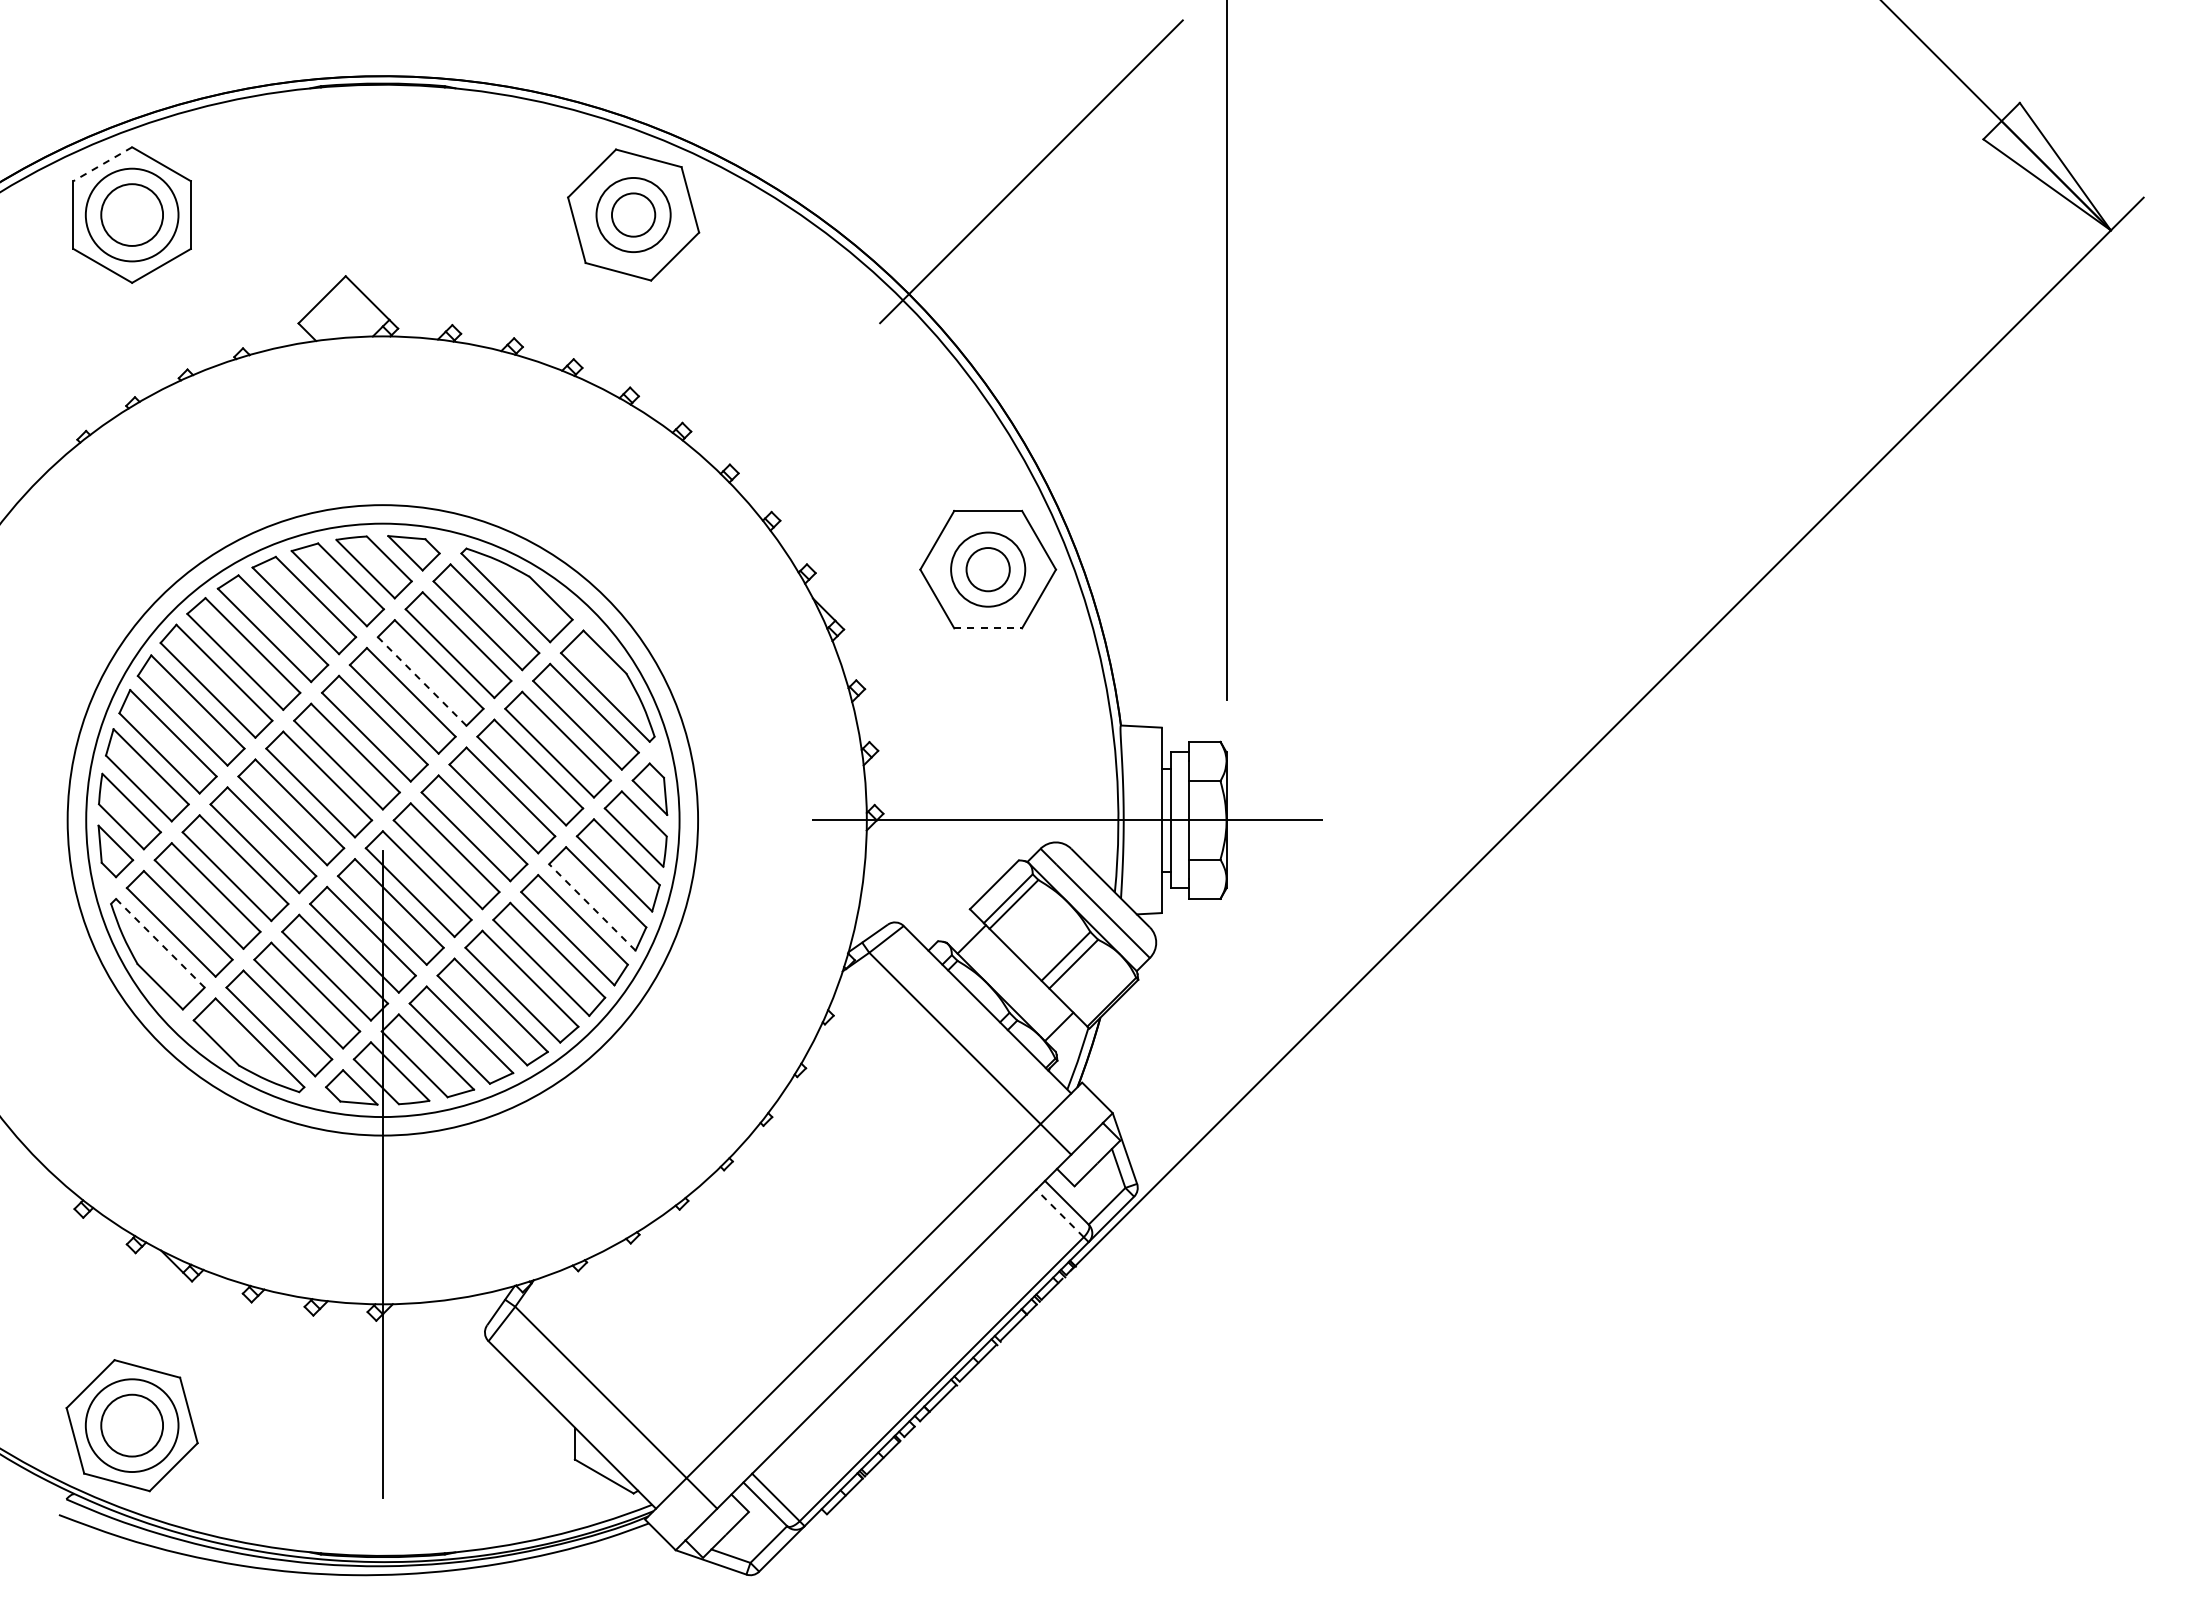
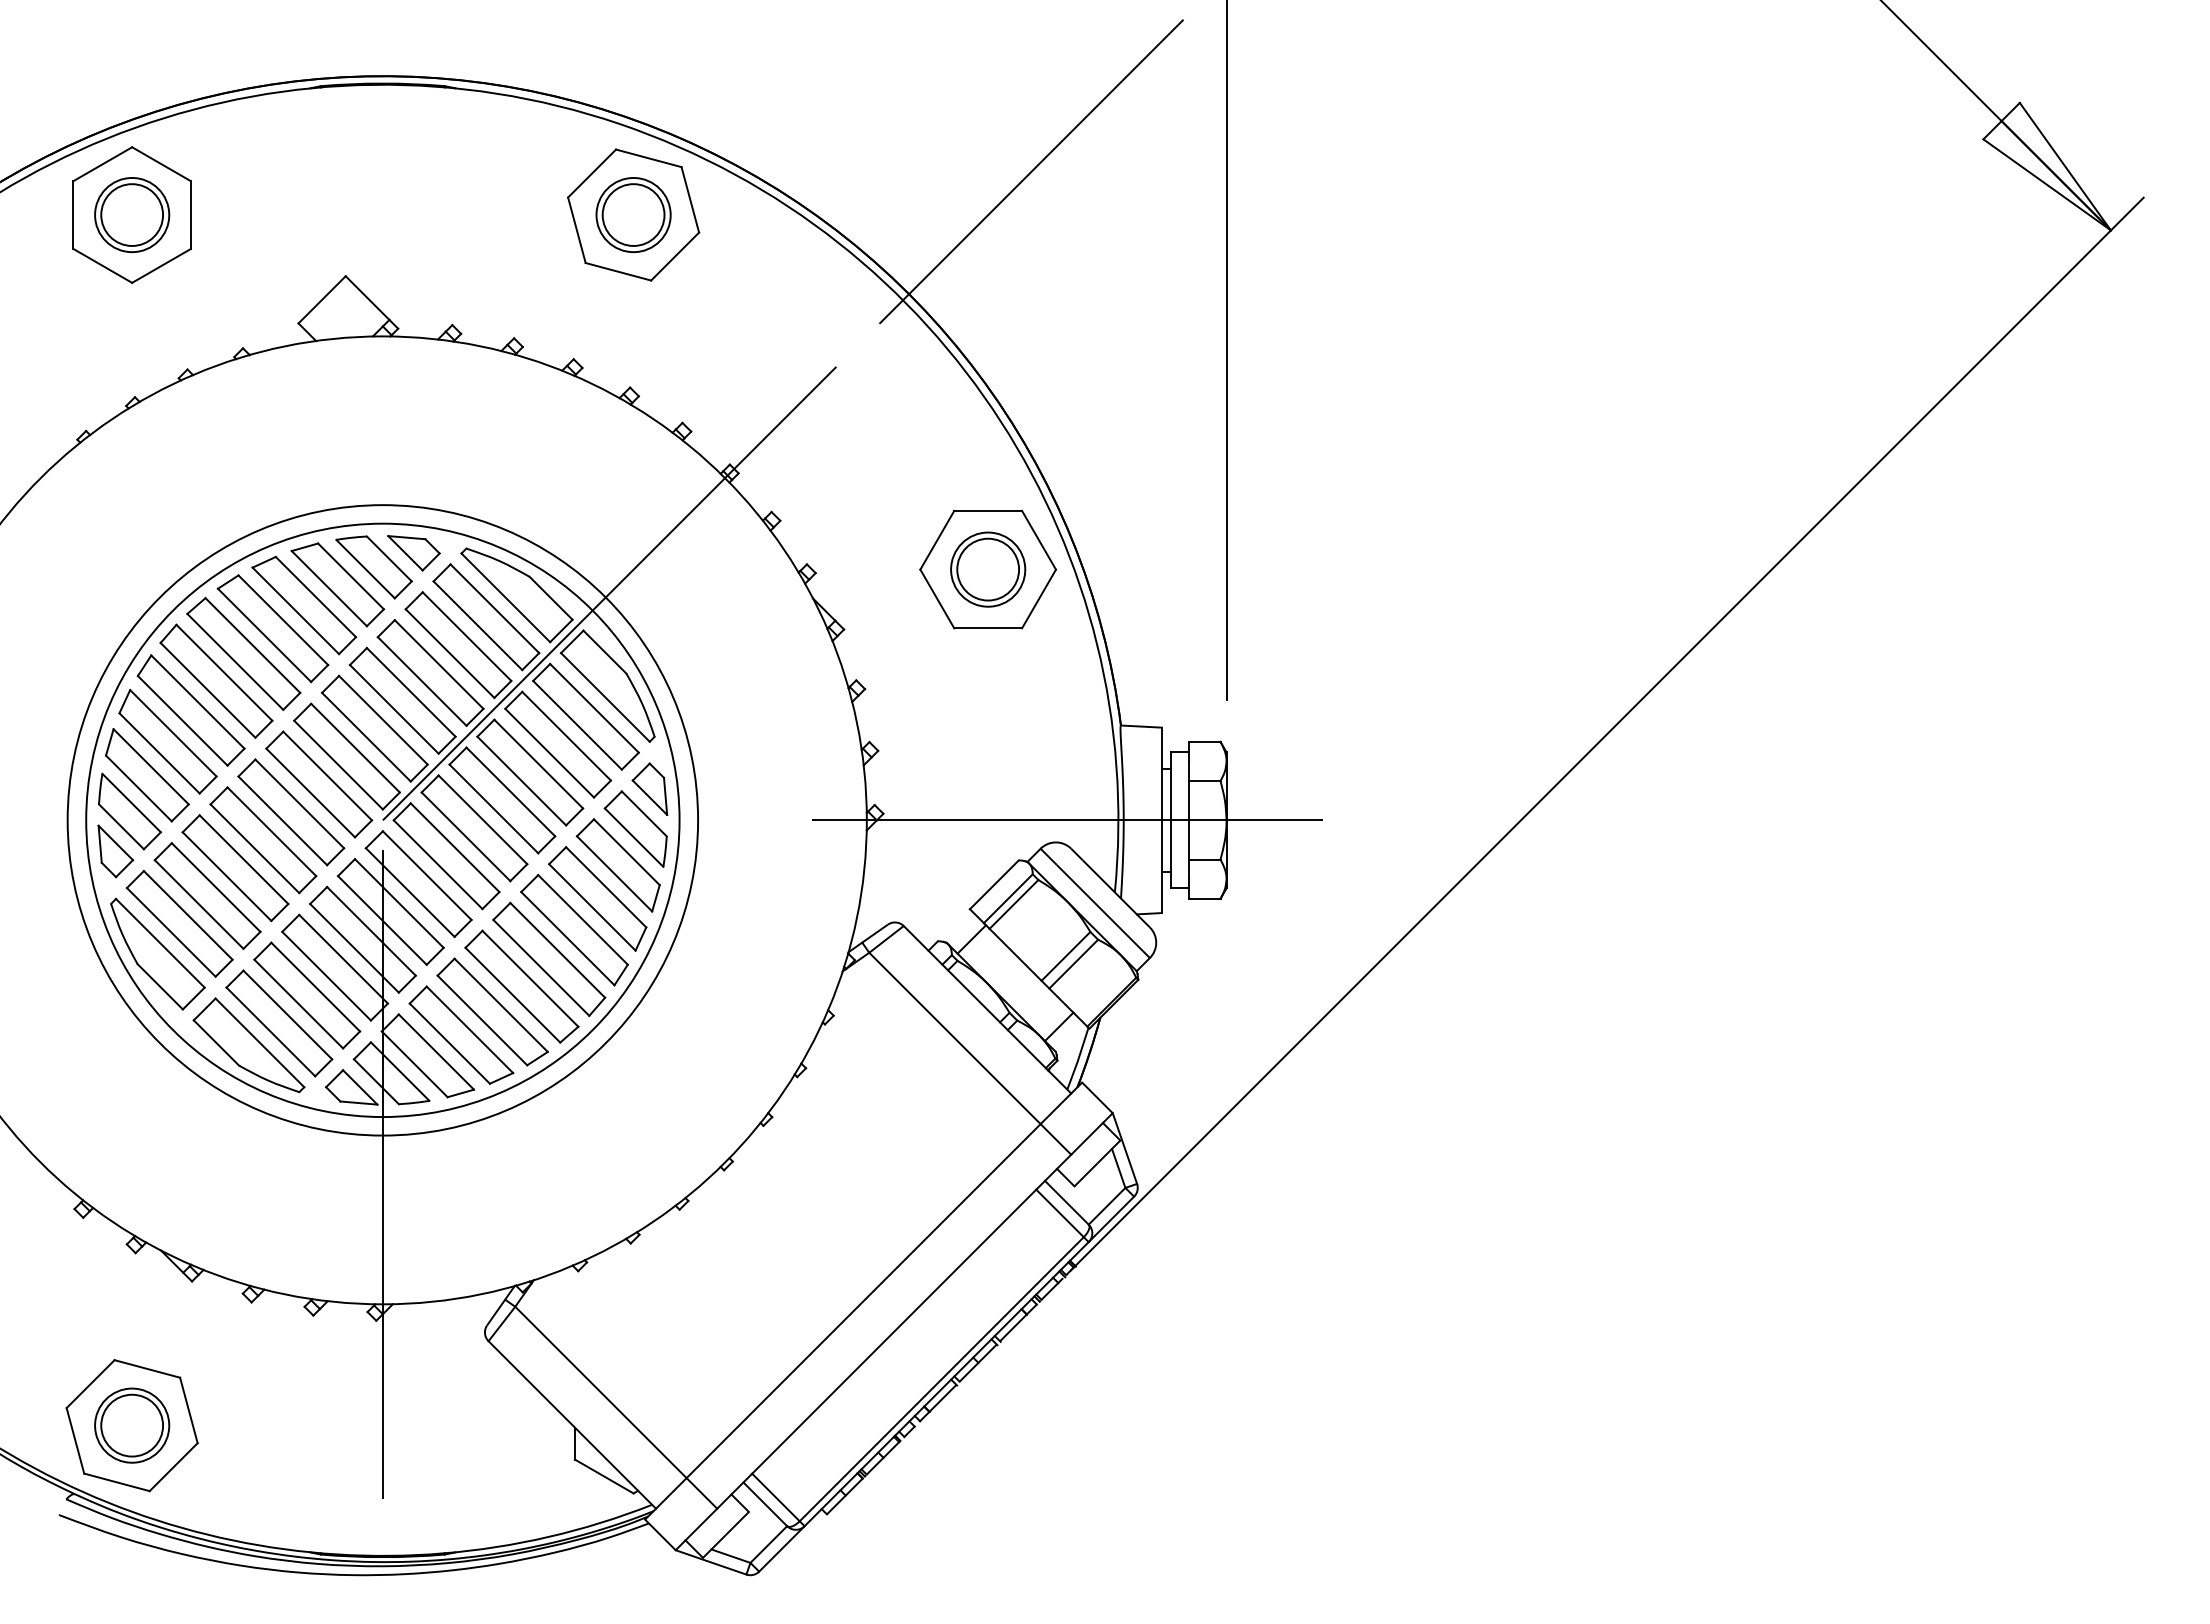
line at (102, 164): dashed -> solid
circle at (131, 214) diameter: 93 px -> 74 px
circle at (633, 214) diameter: 43 px -> 62 px
circle at (987, 569) diameter: 43 px -> 62 px
line at (609, 593): none -> present
line at (988, 628): dashed -> solid
line at (422, 681): dashed -> solid
line at (592, 907): dashed -> solid
line at (160, 943): dashed -> solid
line at (1060, 1213): dashed -> solid
circle at (131, 1425) diameter: 93 px -> 74 px
